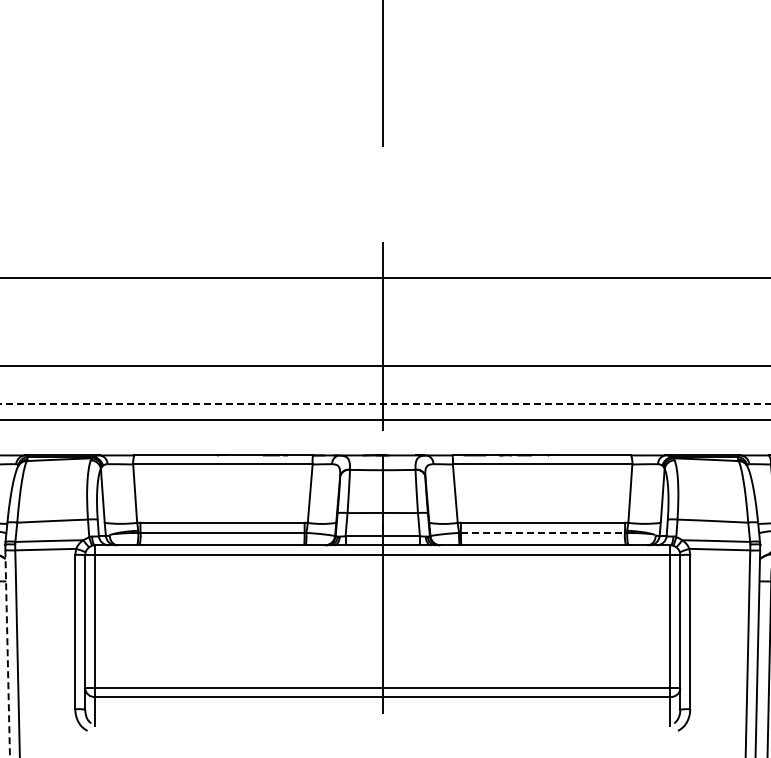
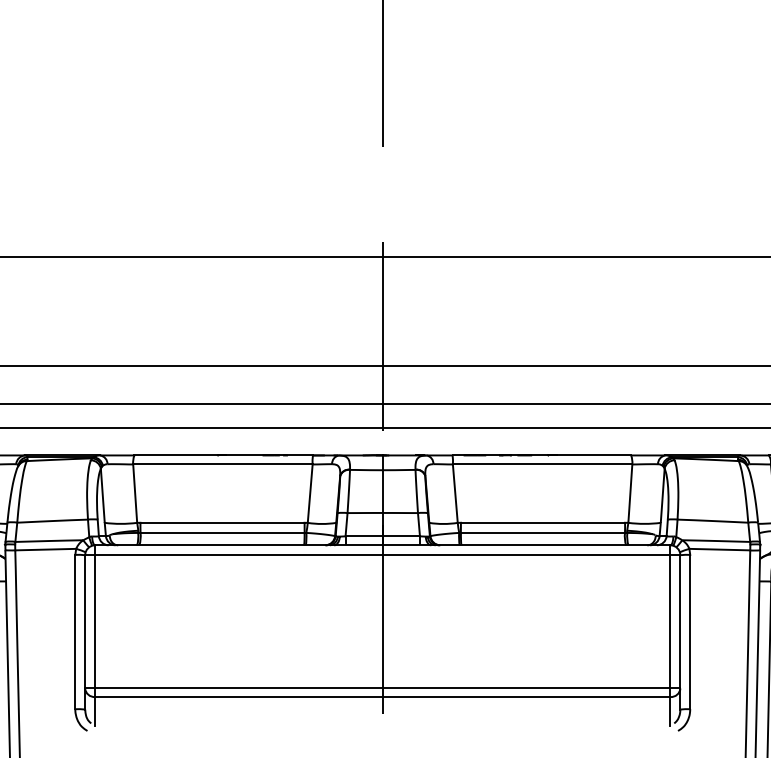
line at (384, 278) position: (384, 278) -> (384, 257)
line at (385, 403): dashed -> solid
line at (384, 419) position: (384, 419) -> (384, 427)
line at (543, 532): dashed -> solid
line at (7, 653): dashed -> solid
